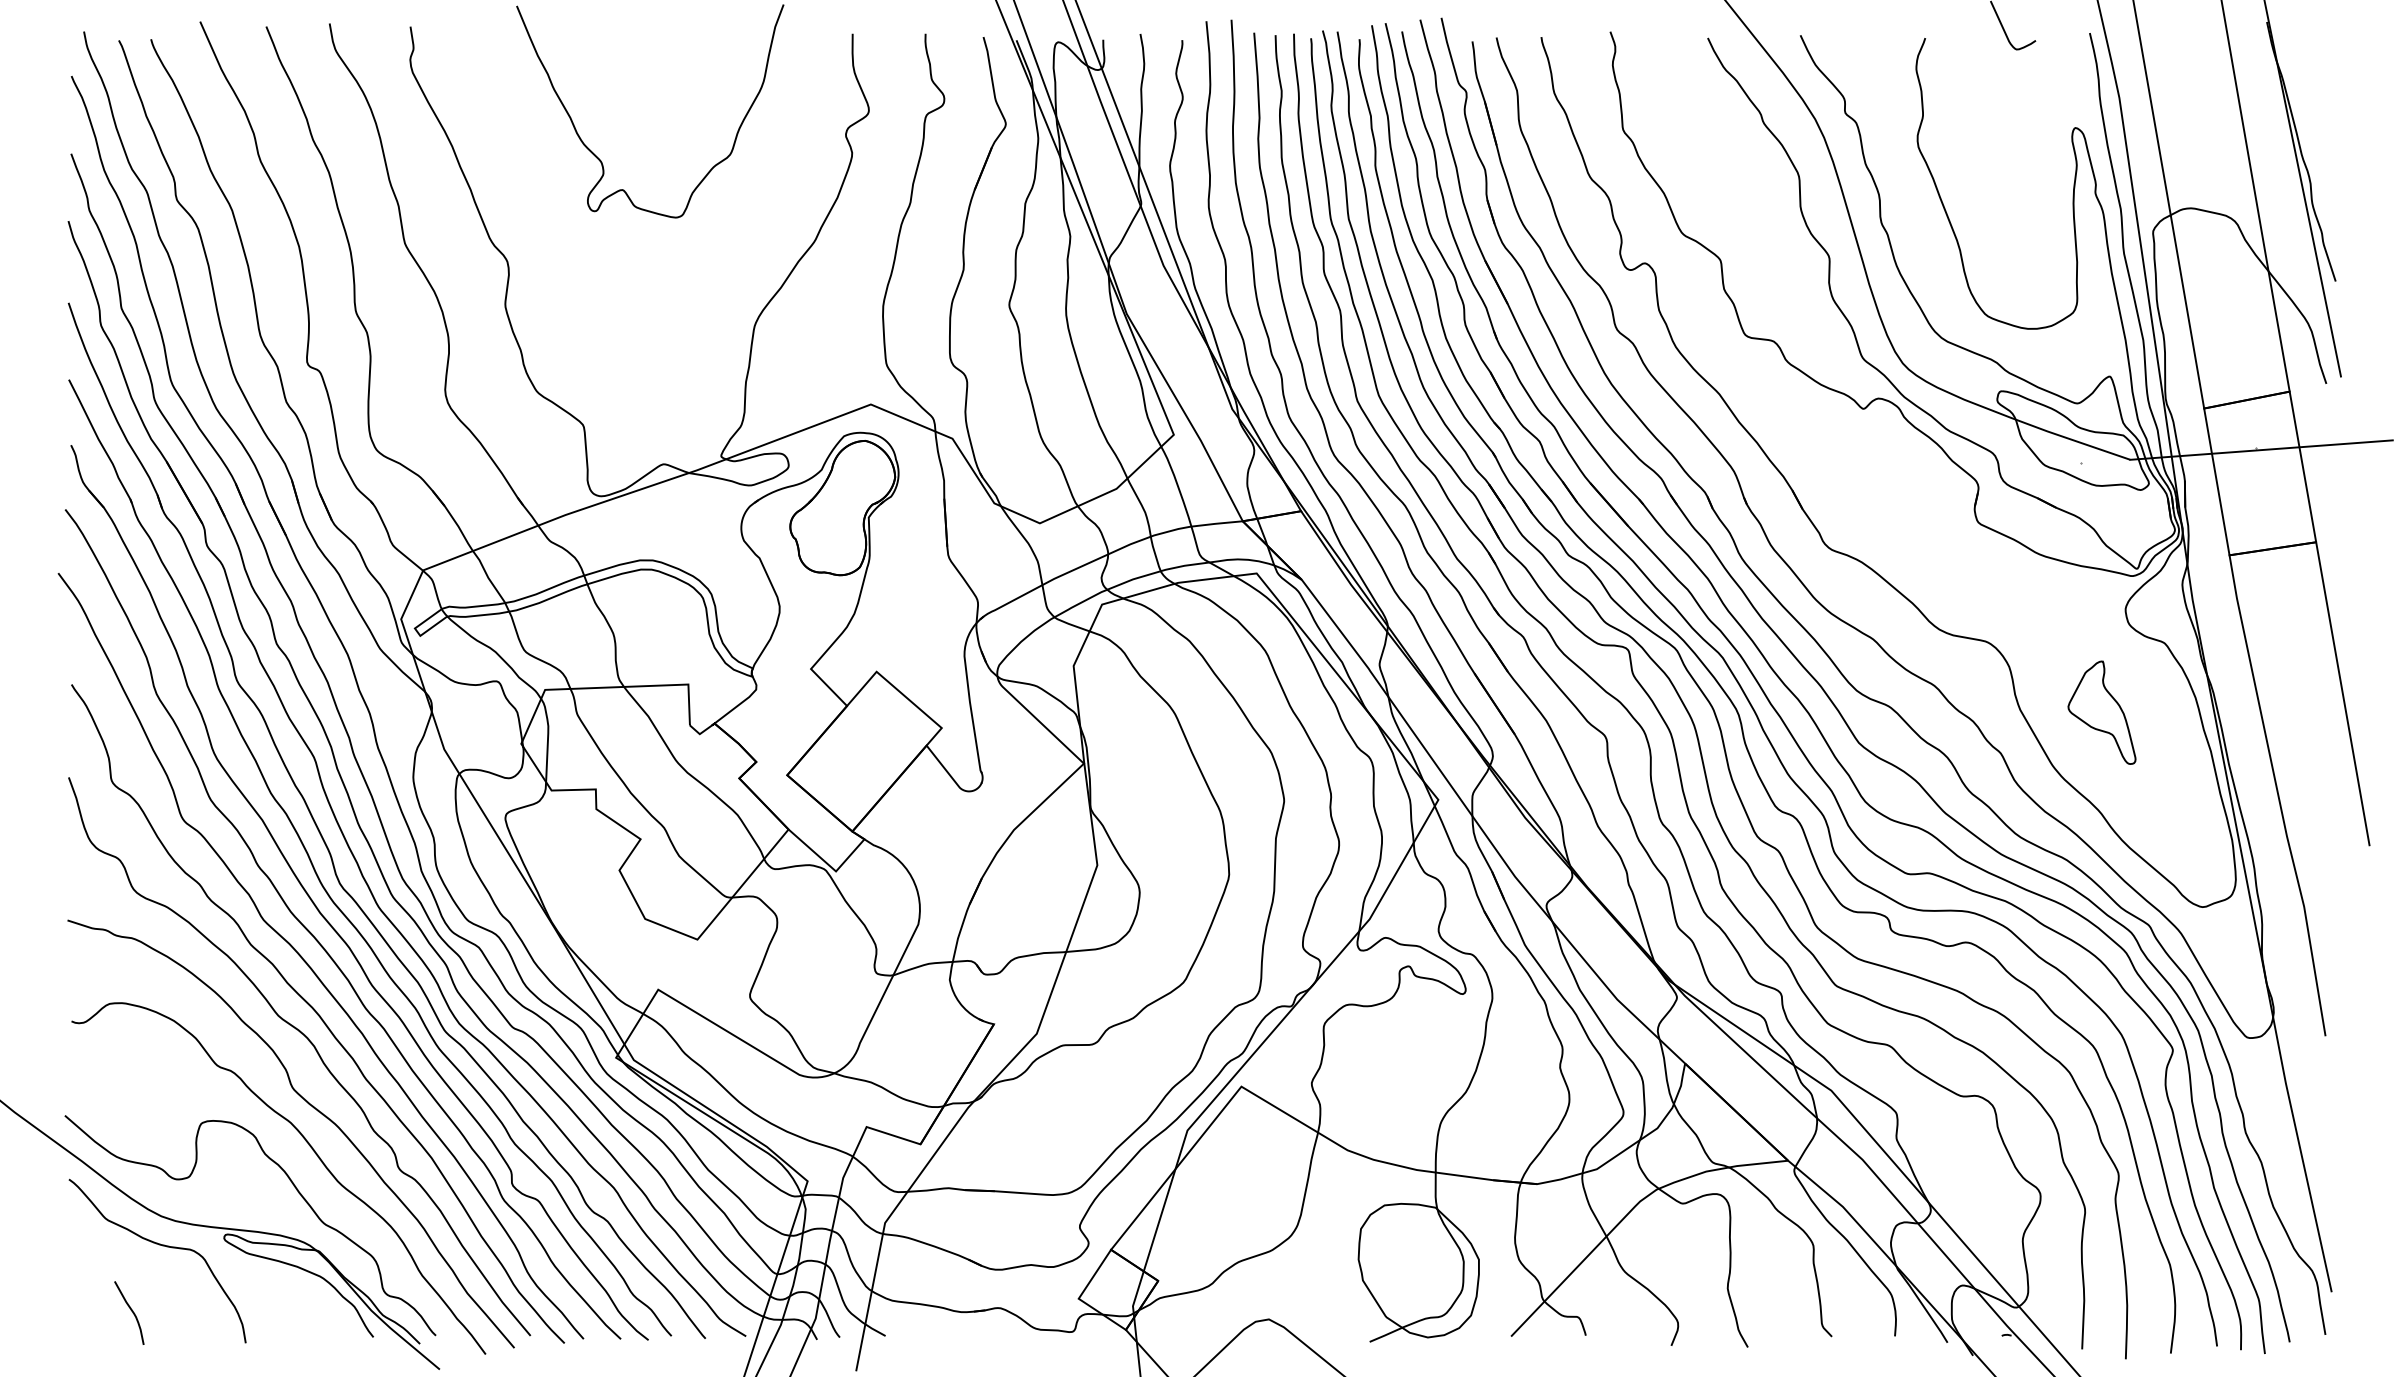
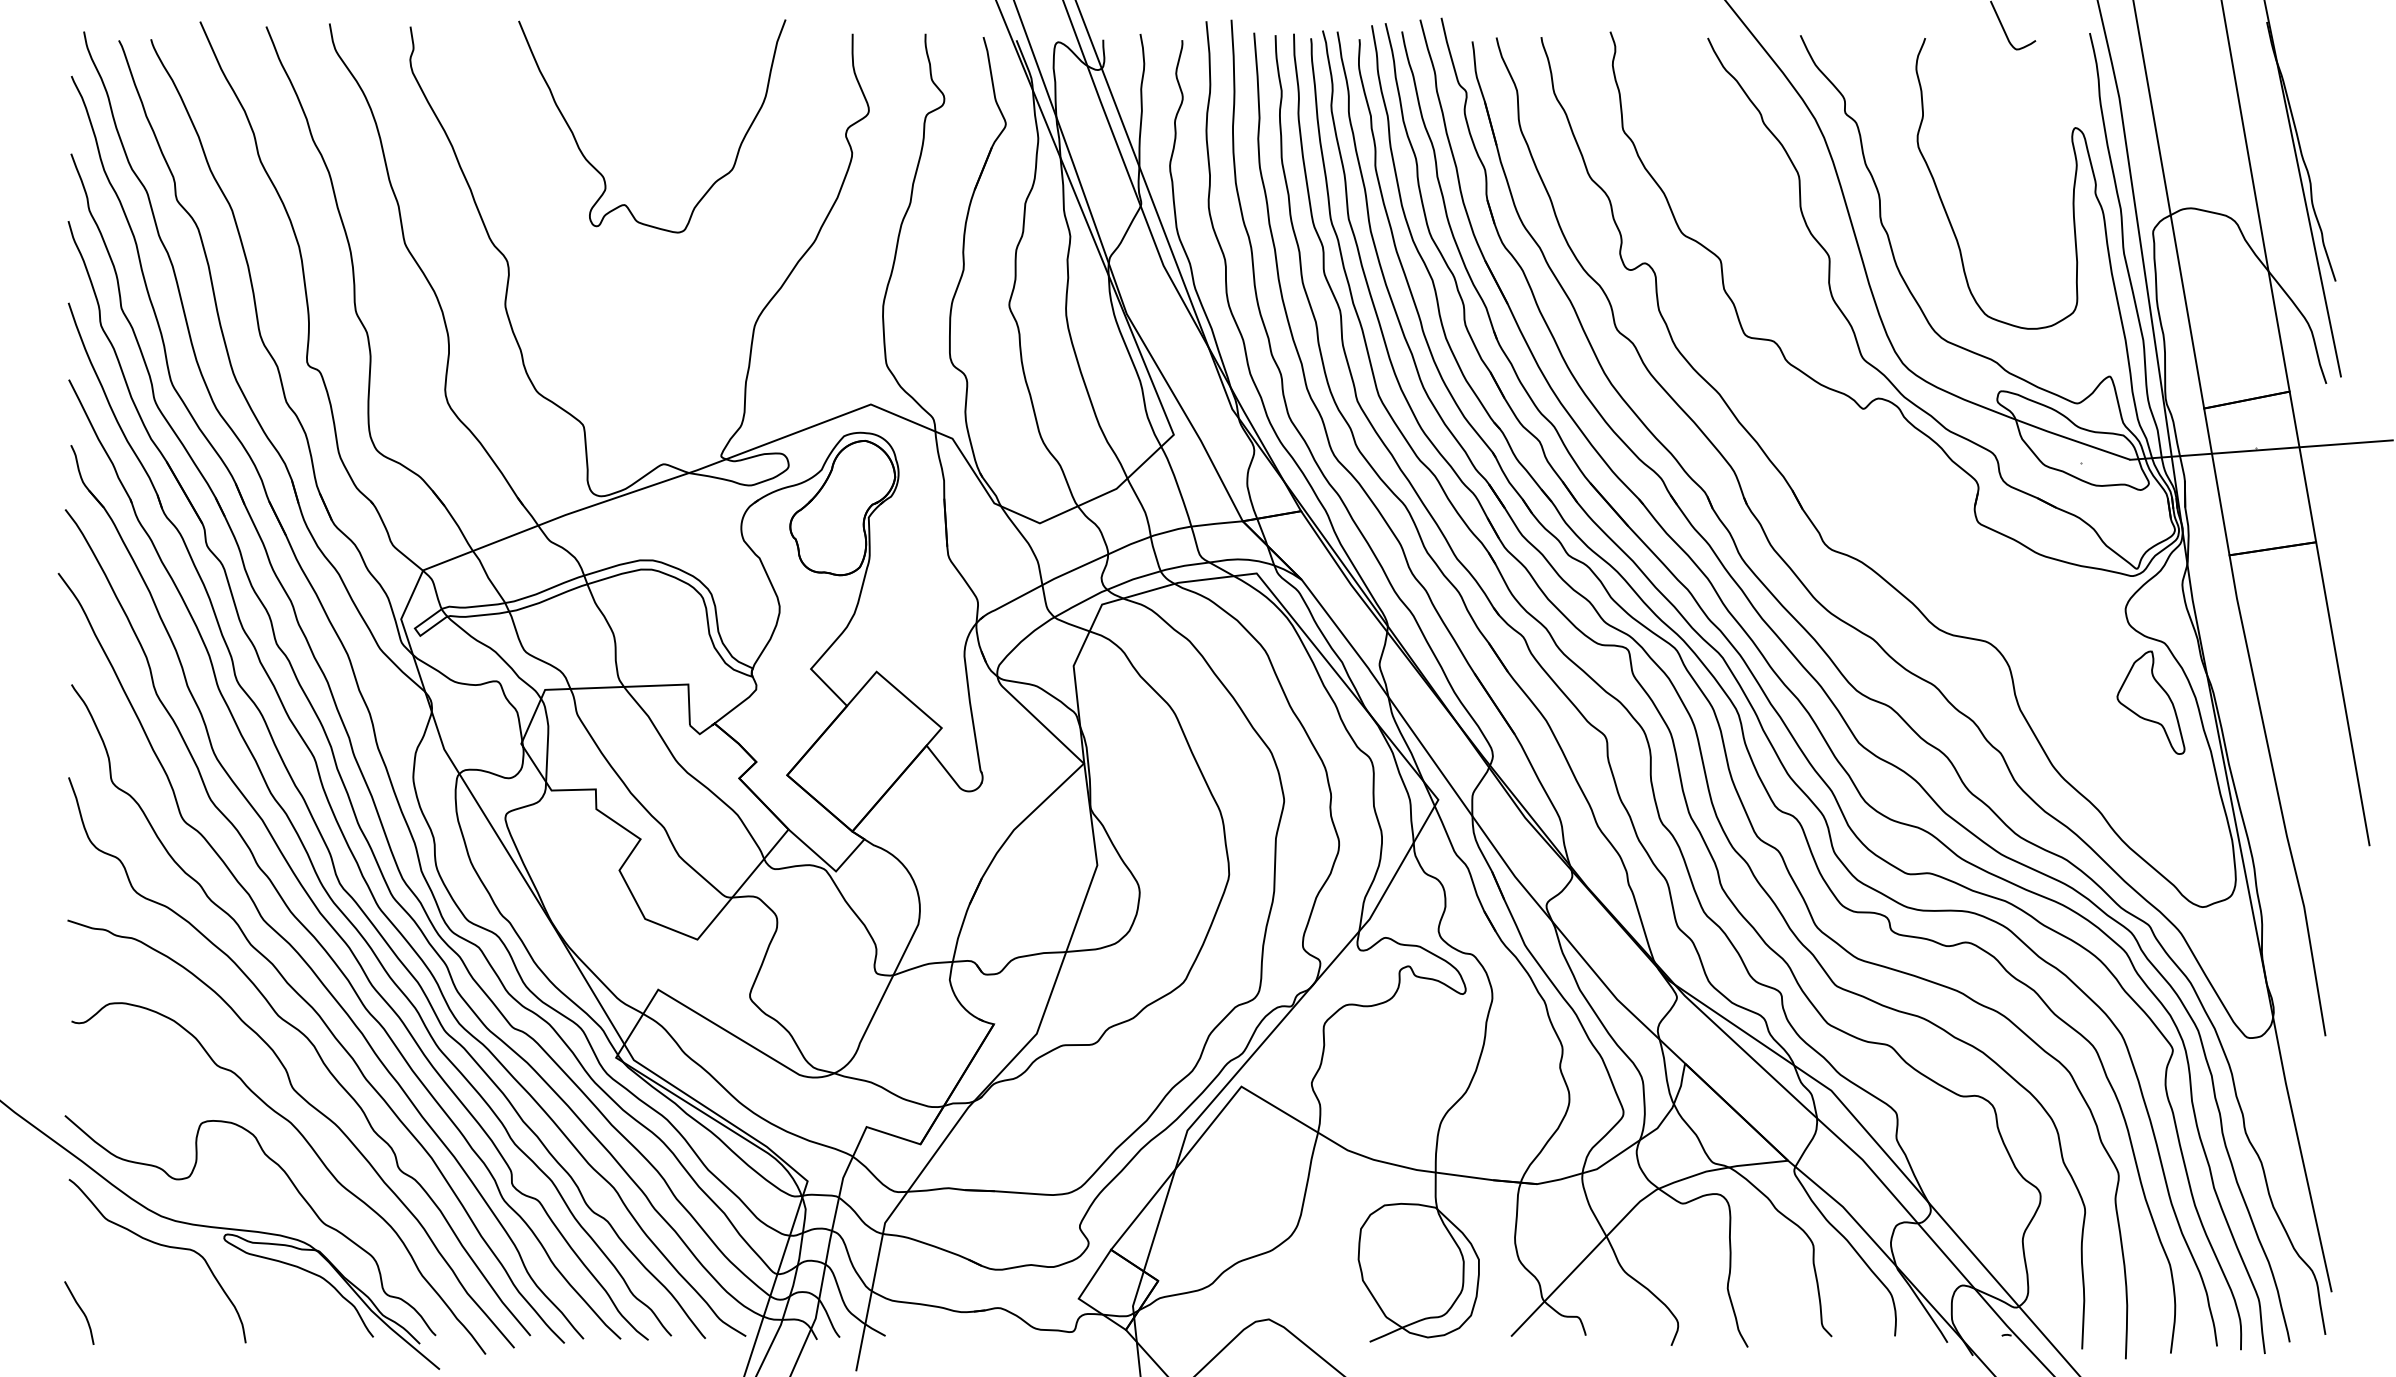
curve at (601, 160) position: (601, 160) -> (603, 175)
part at (2101, 712) position: (2101, 712) -> (2150, 702)
curve at (130, 1310) position: (130, 1310) -> (80, 1310)
